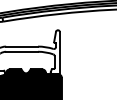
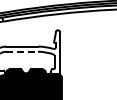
line at (22, 51): solid -> dashed
